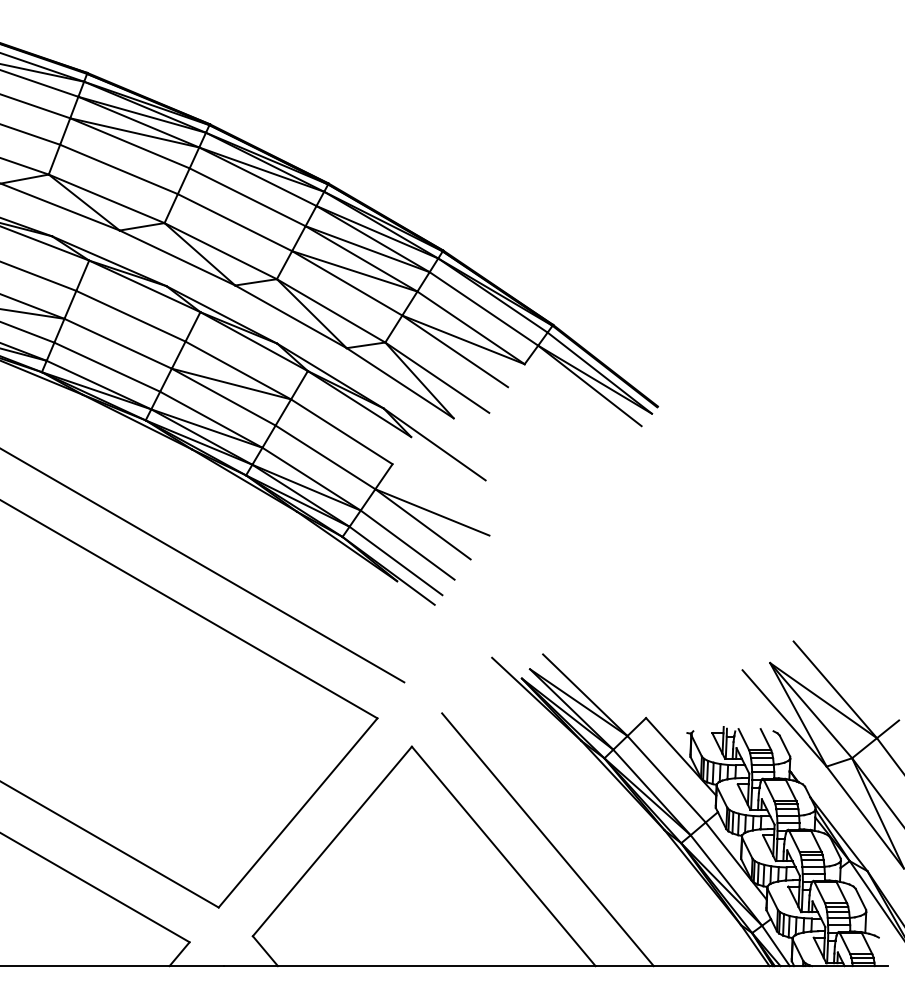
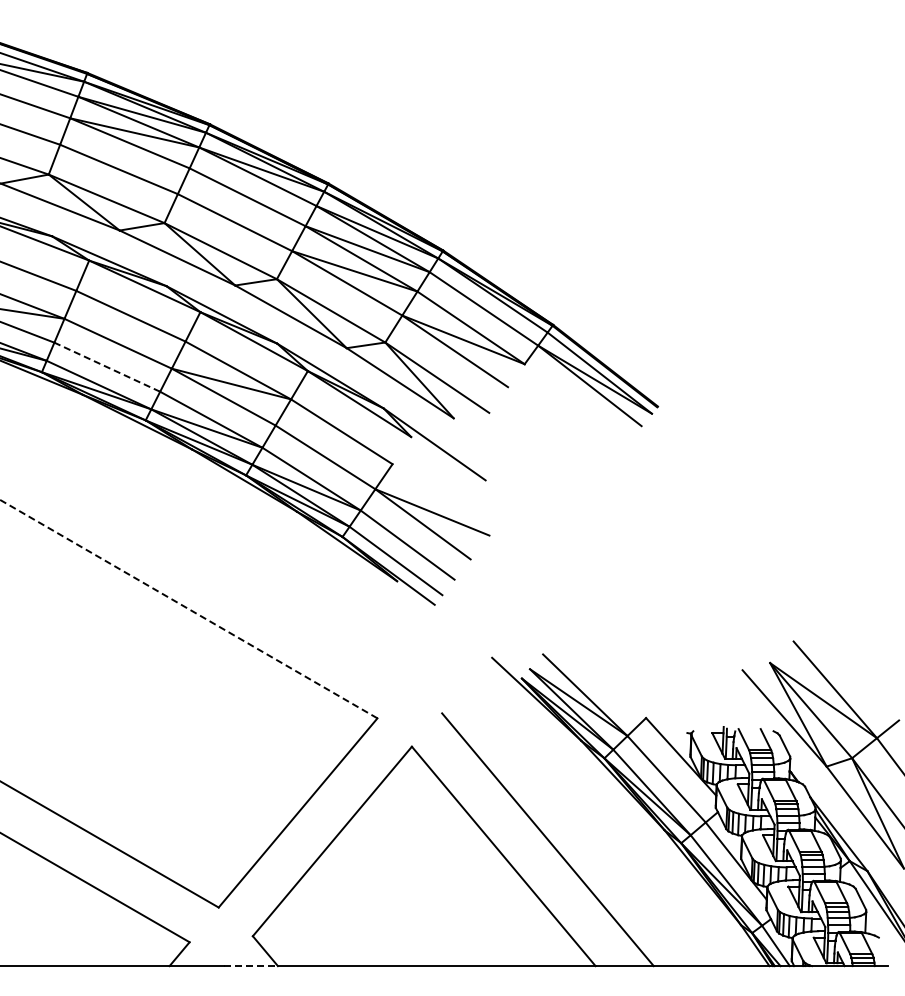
line at (106, 367): solid -> dashed
line at (203, 565): present -> none
line at (188, 609): solid -> dashed
line at (251, 966): solid -> dashed
